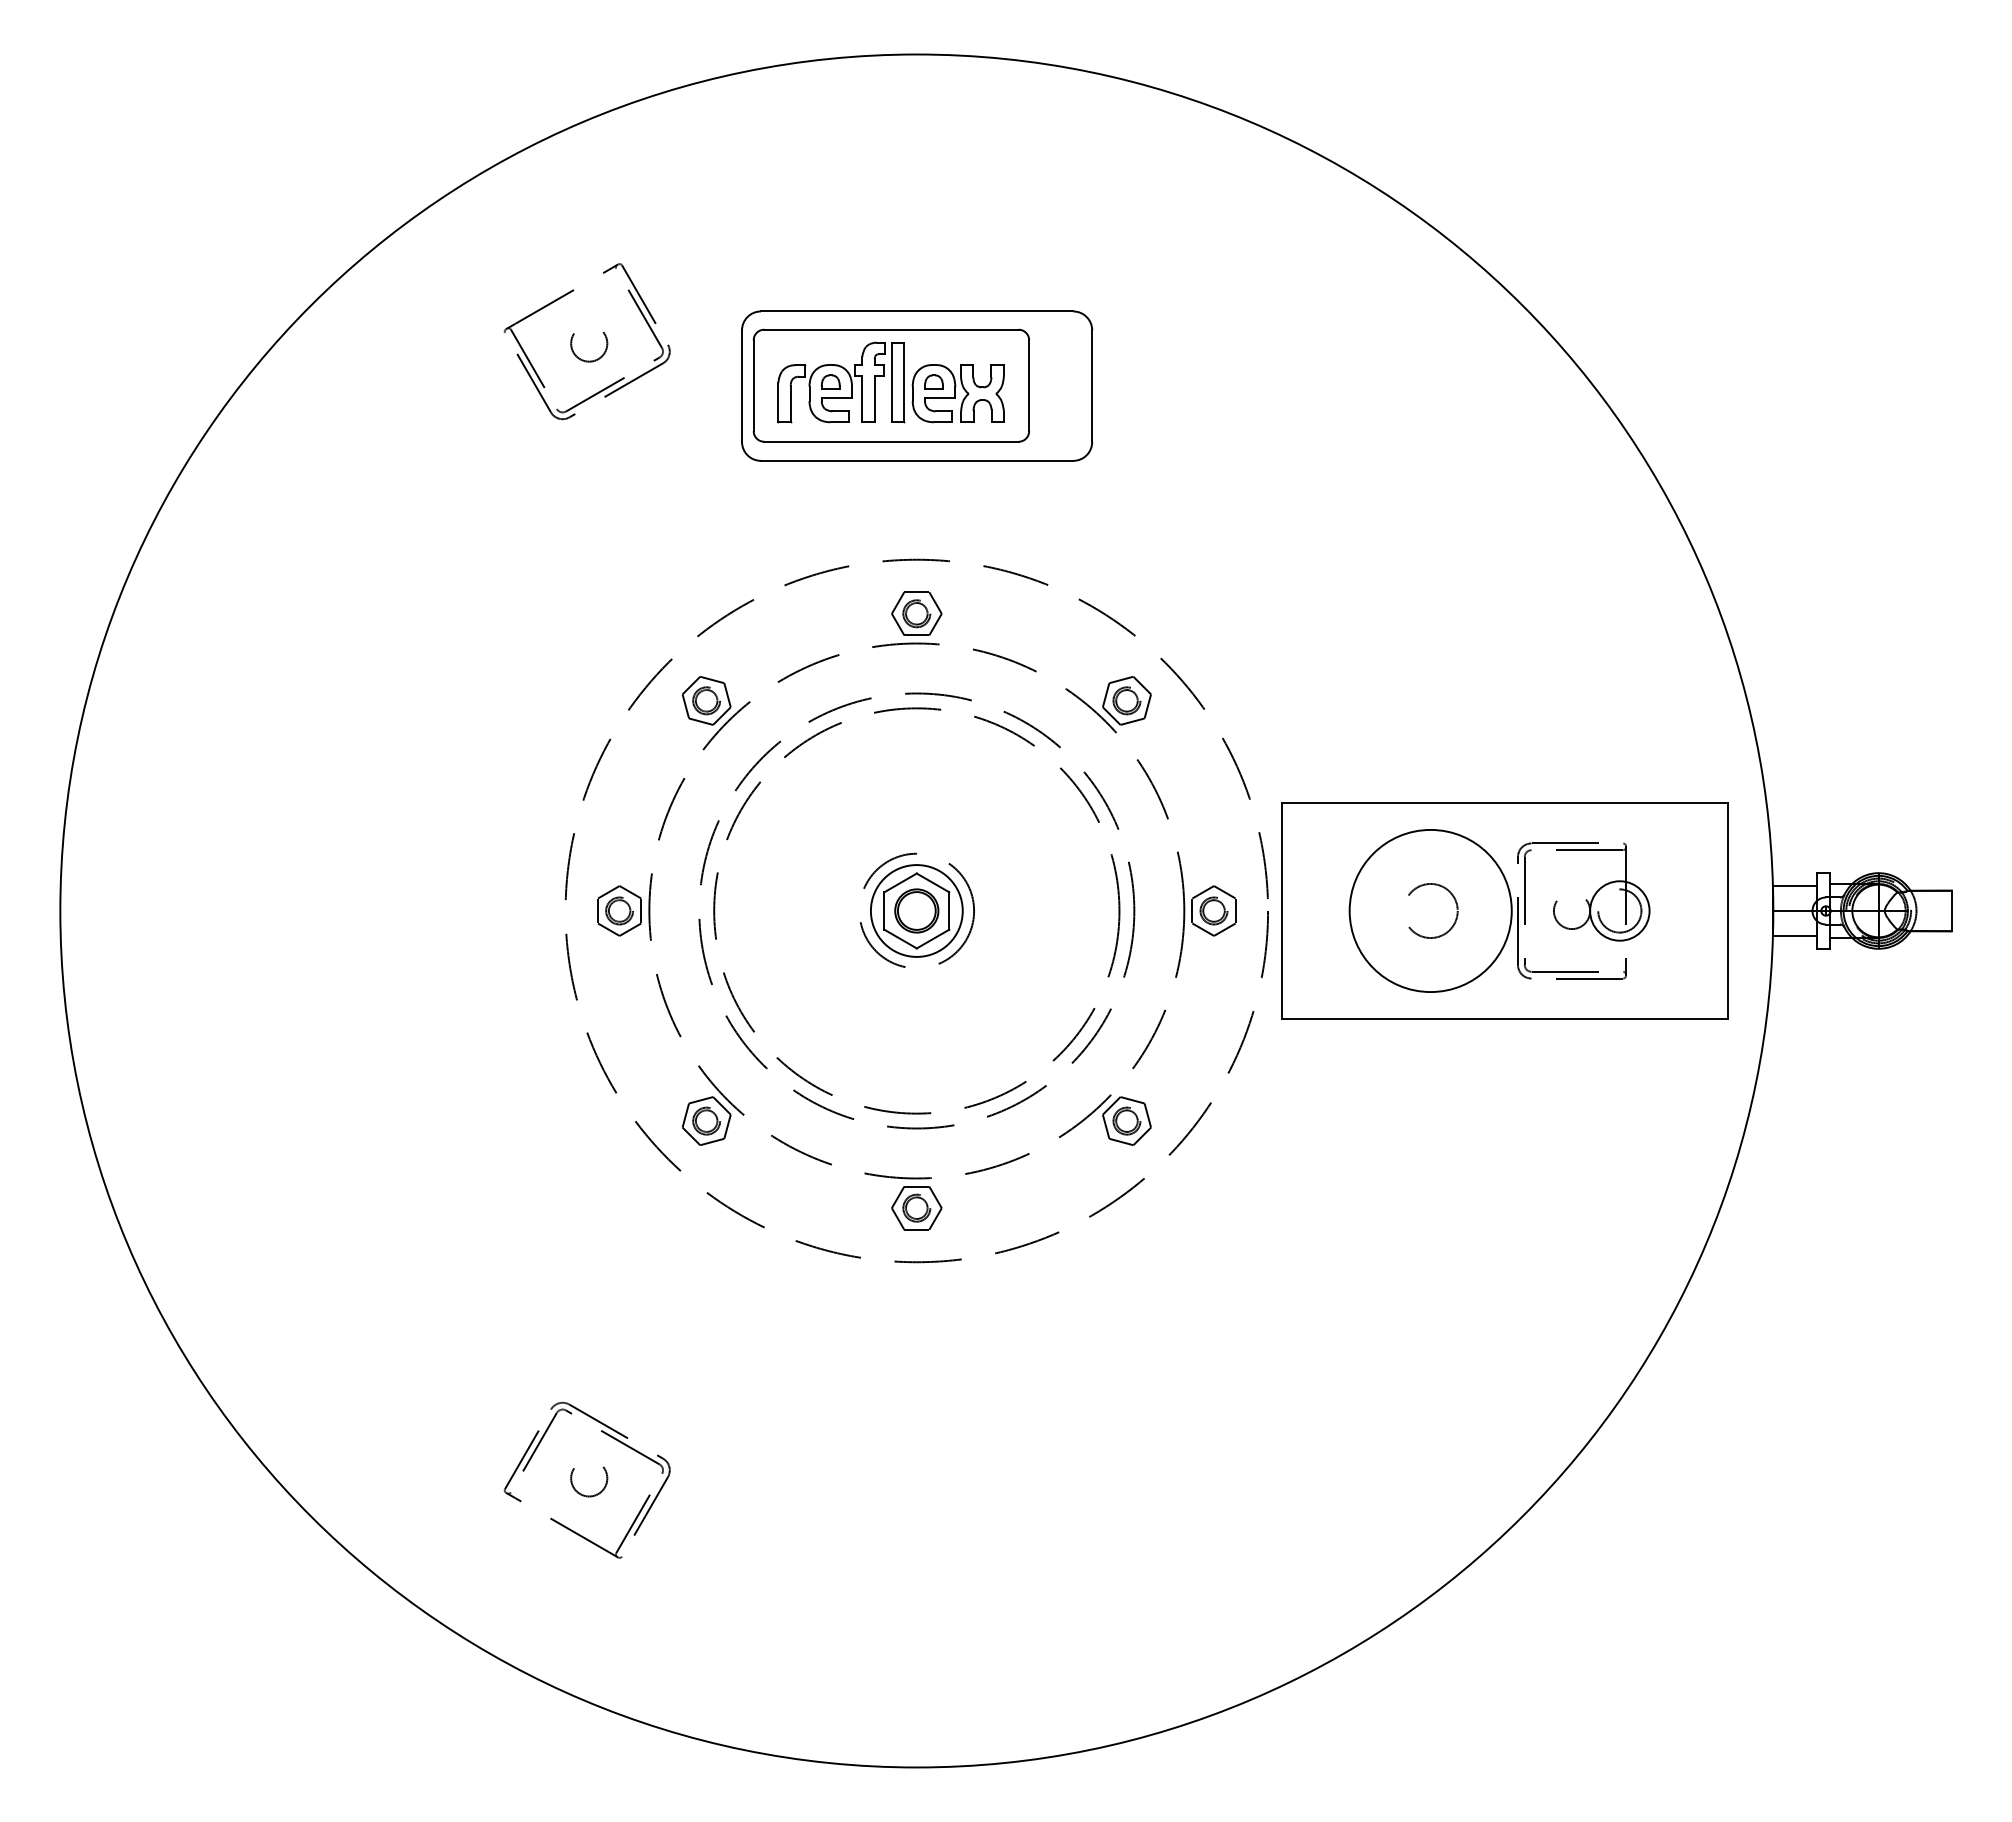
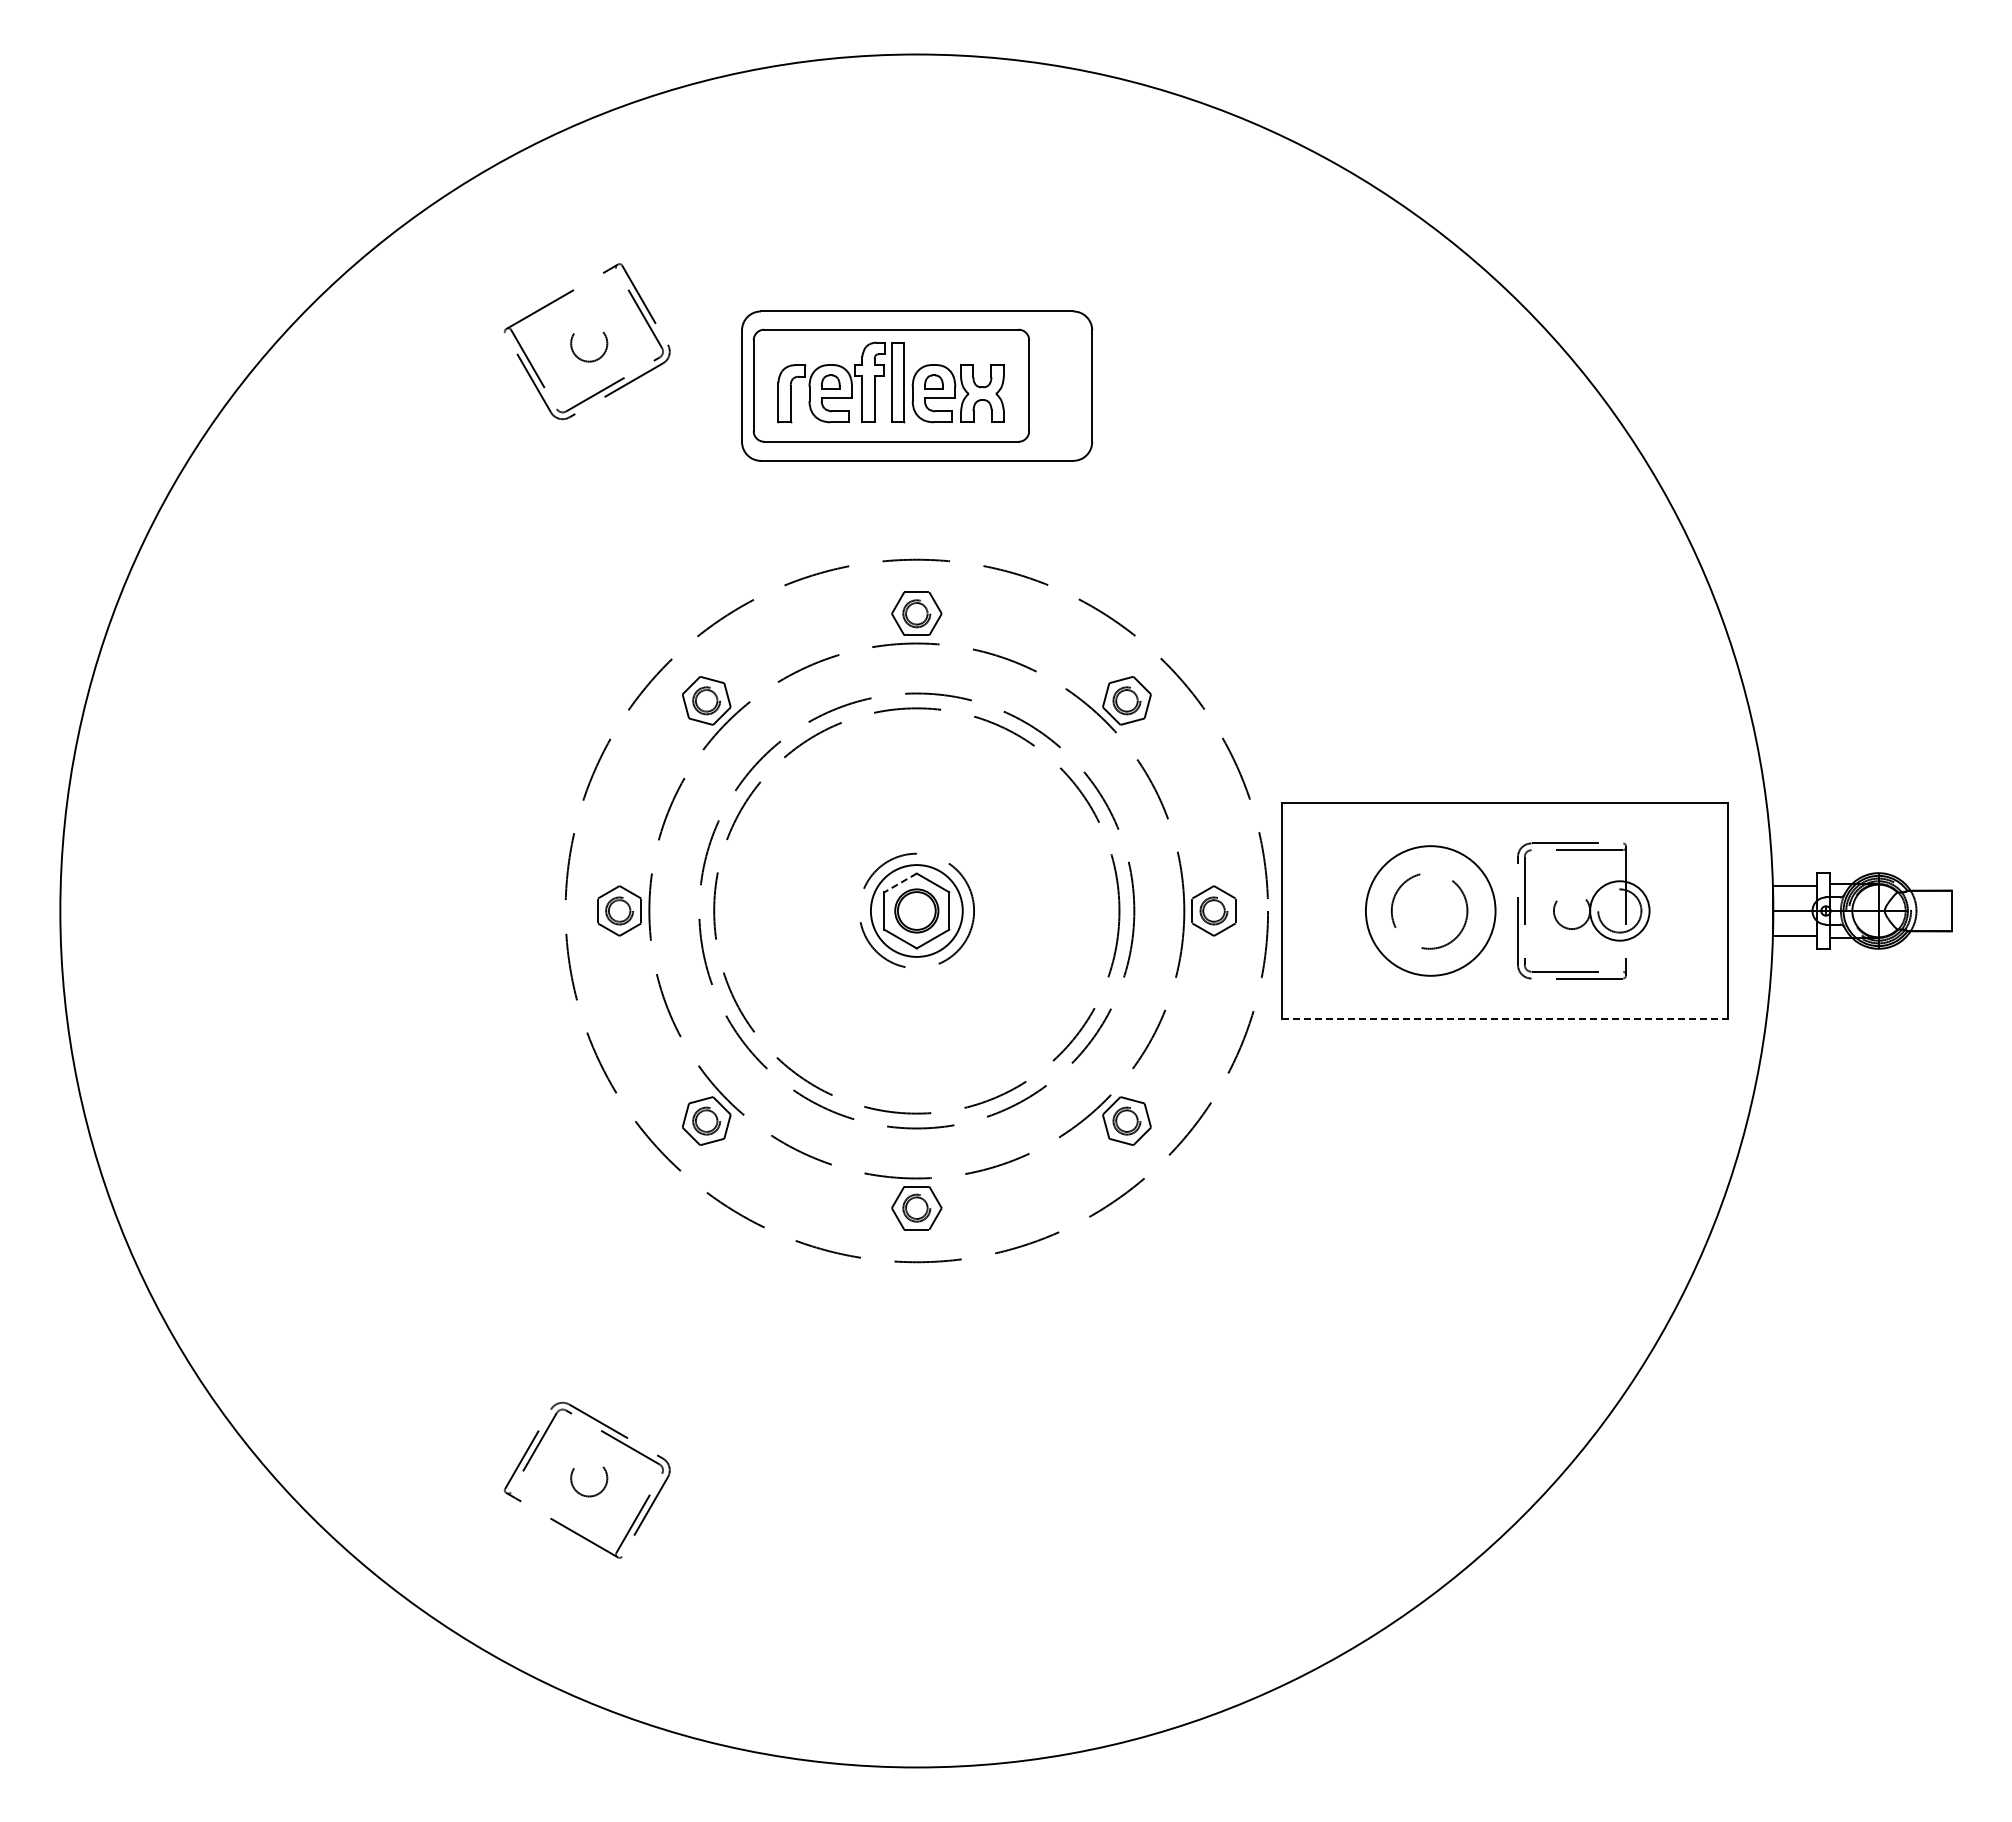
line at (900, 882): solid -> dashed
circle at (1430, 910) diameter: 162 px -> 130 px
circle at (1433, 910) size: 51x56 px -> 78x77 px
line at (1505, 1019): solid -> dashed
